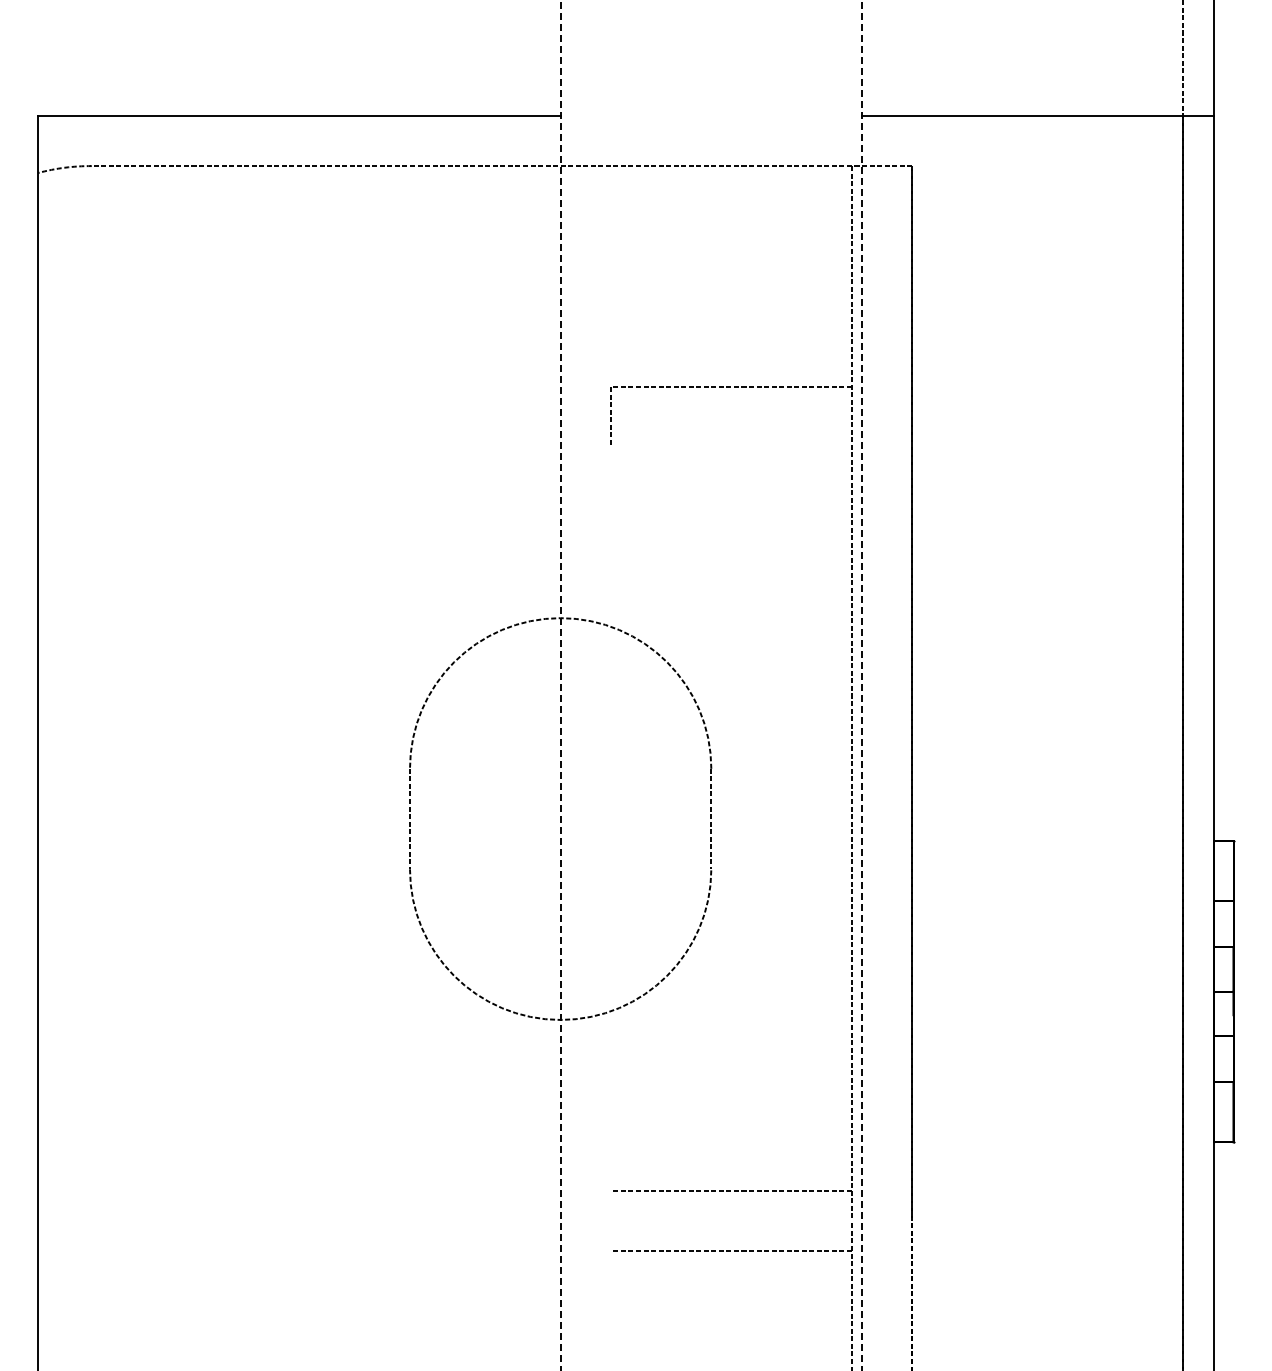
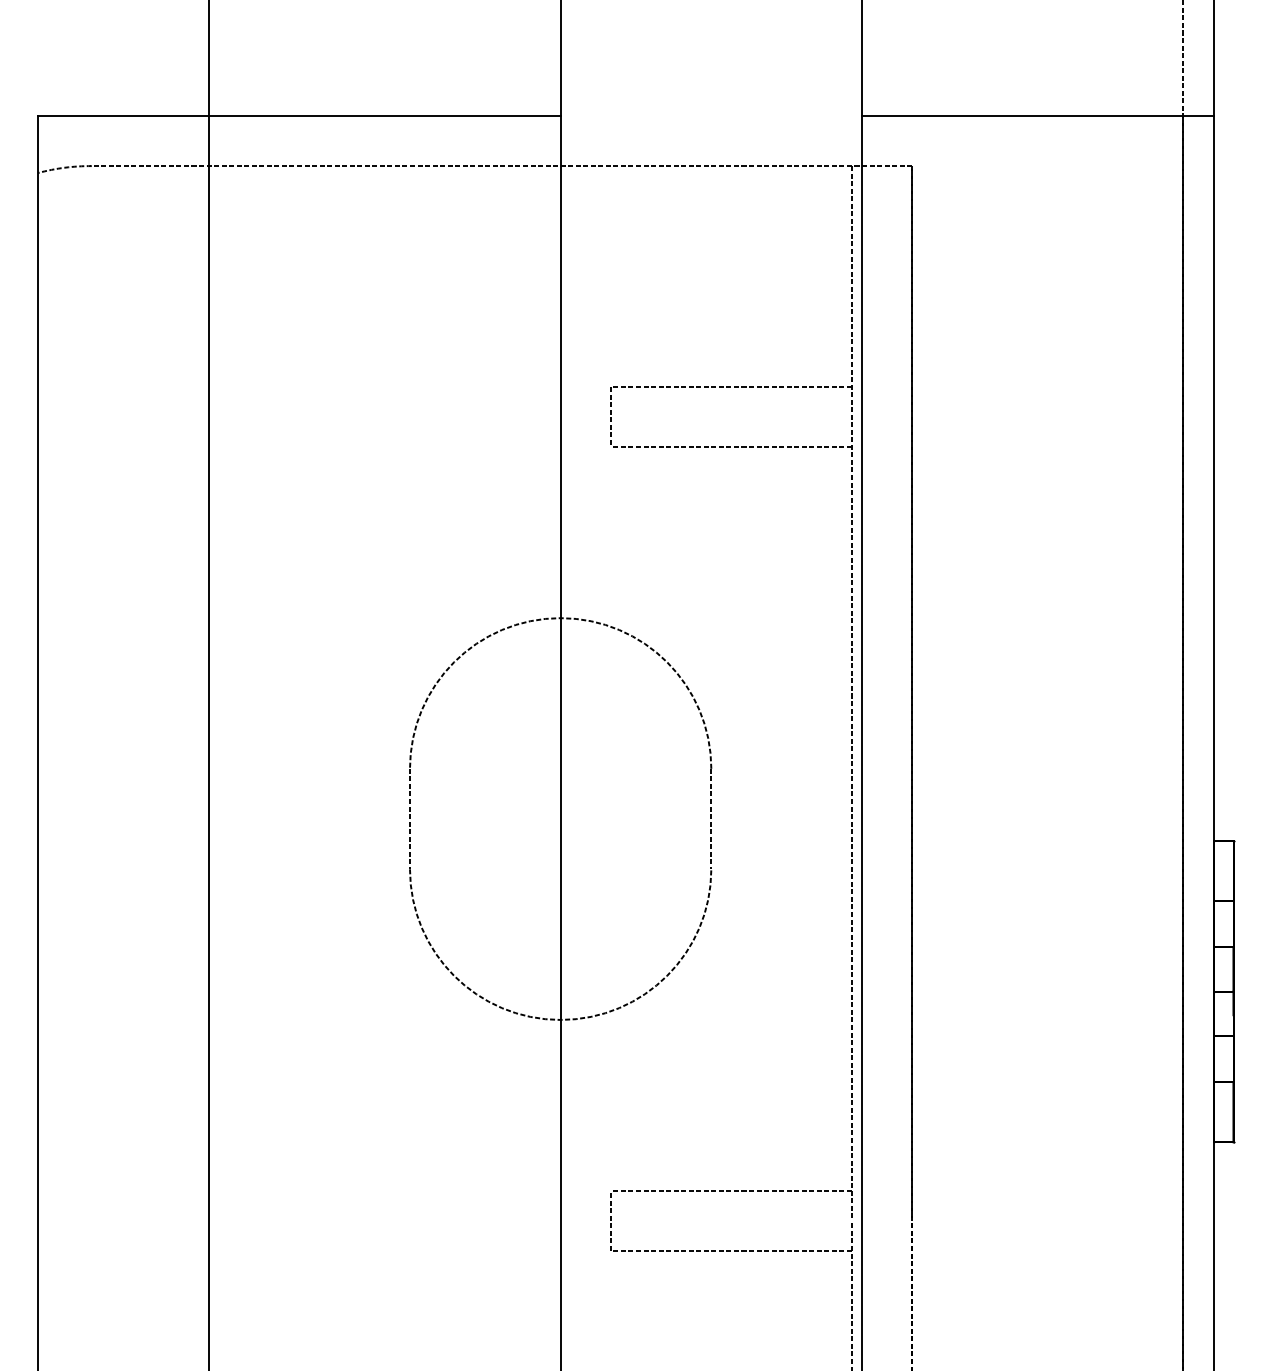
line at (730, 447): none -> present
line at (209, 684): none -> present
line at (560, 685): dashed -> solid
line at (862, 685): dashed -> solid
line at (610, 1220): none -> present
